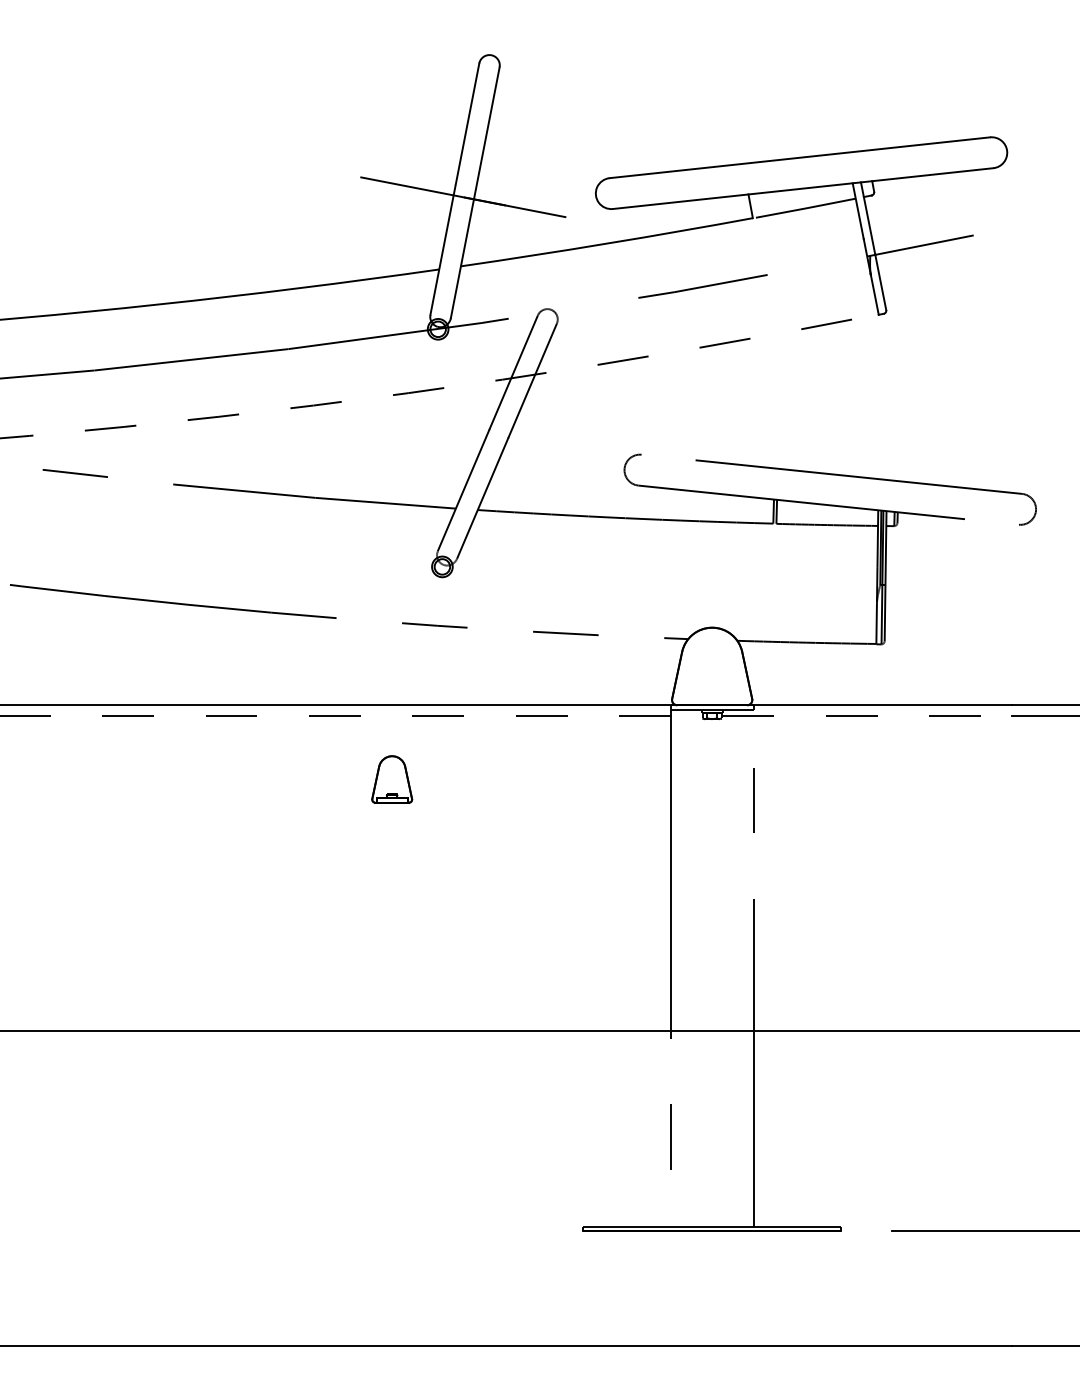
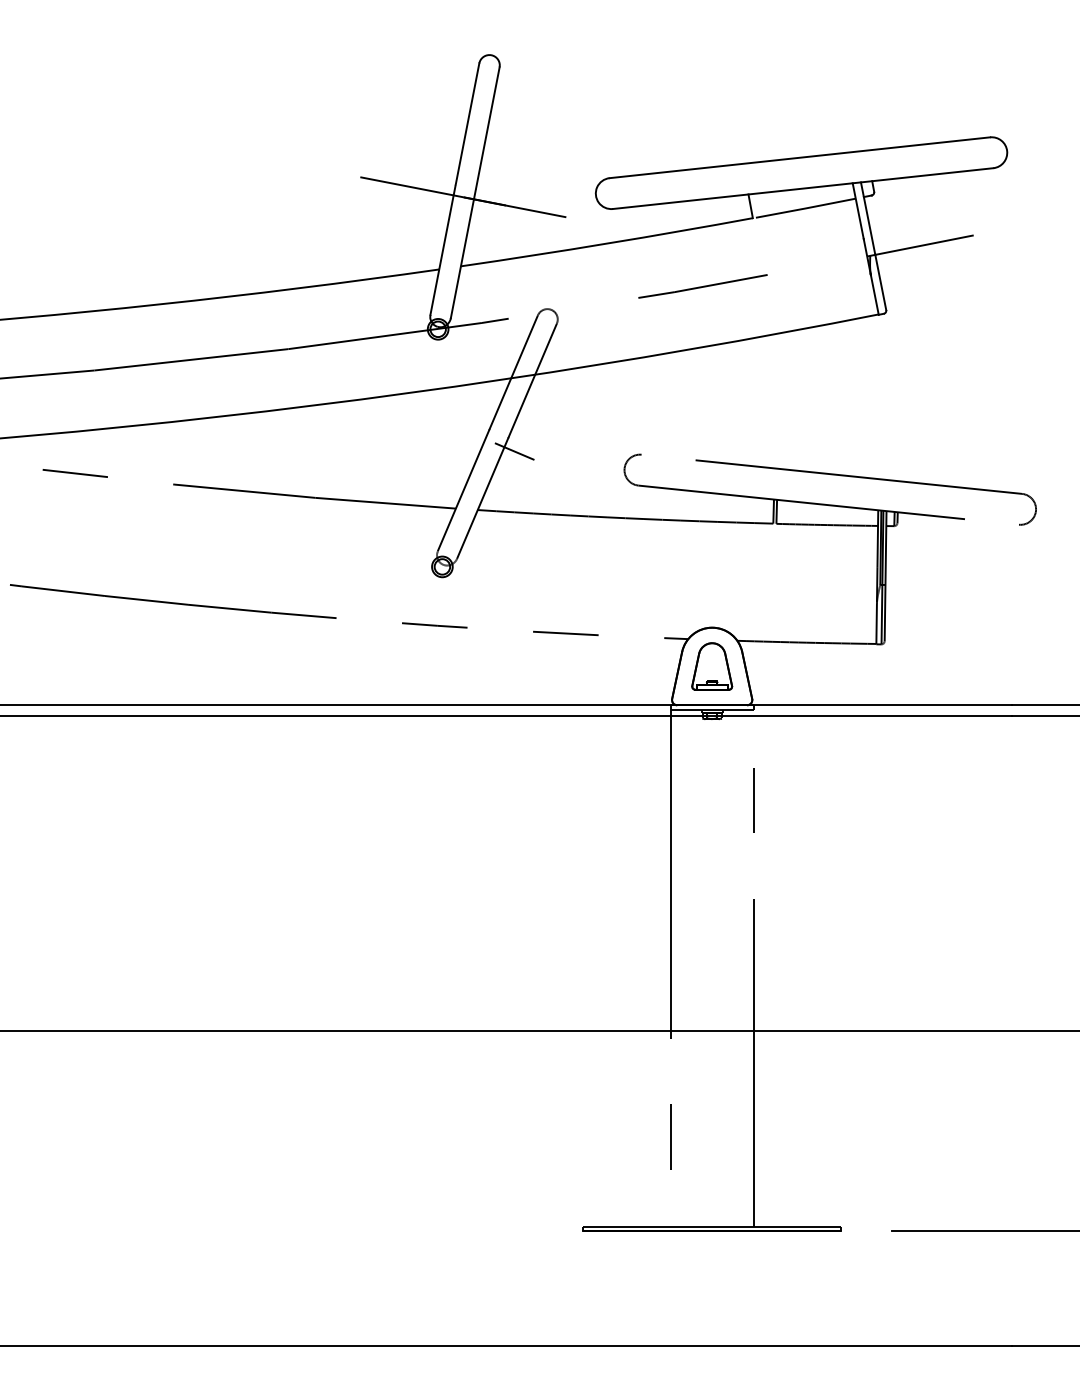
arc at (441, 388): dashed -> solid
line at (514, 451): none -> present
line at (506, 715): dashed -> solid
part at (392, 779) position: (392, 779) -> (712, 666)
